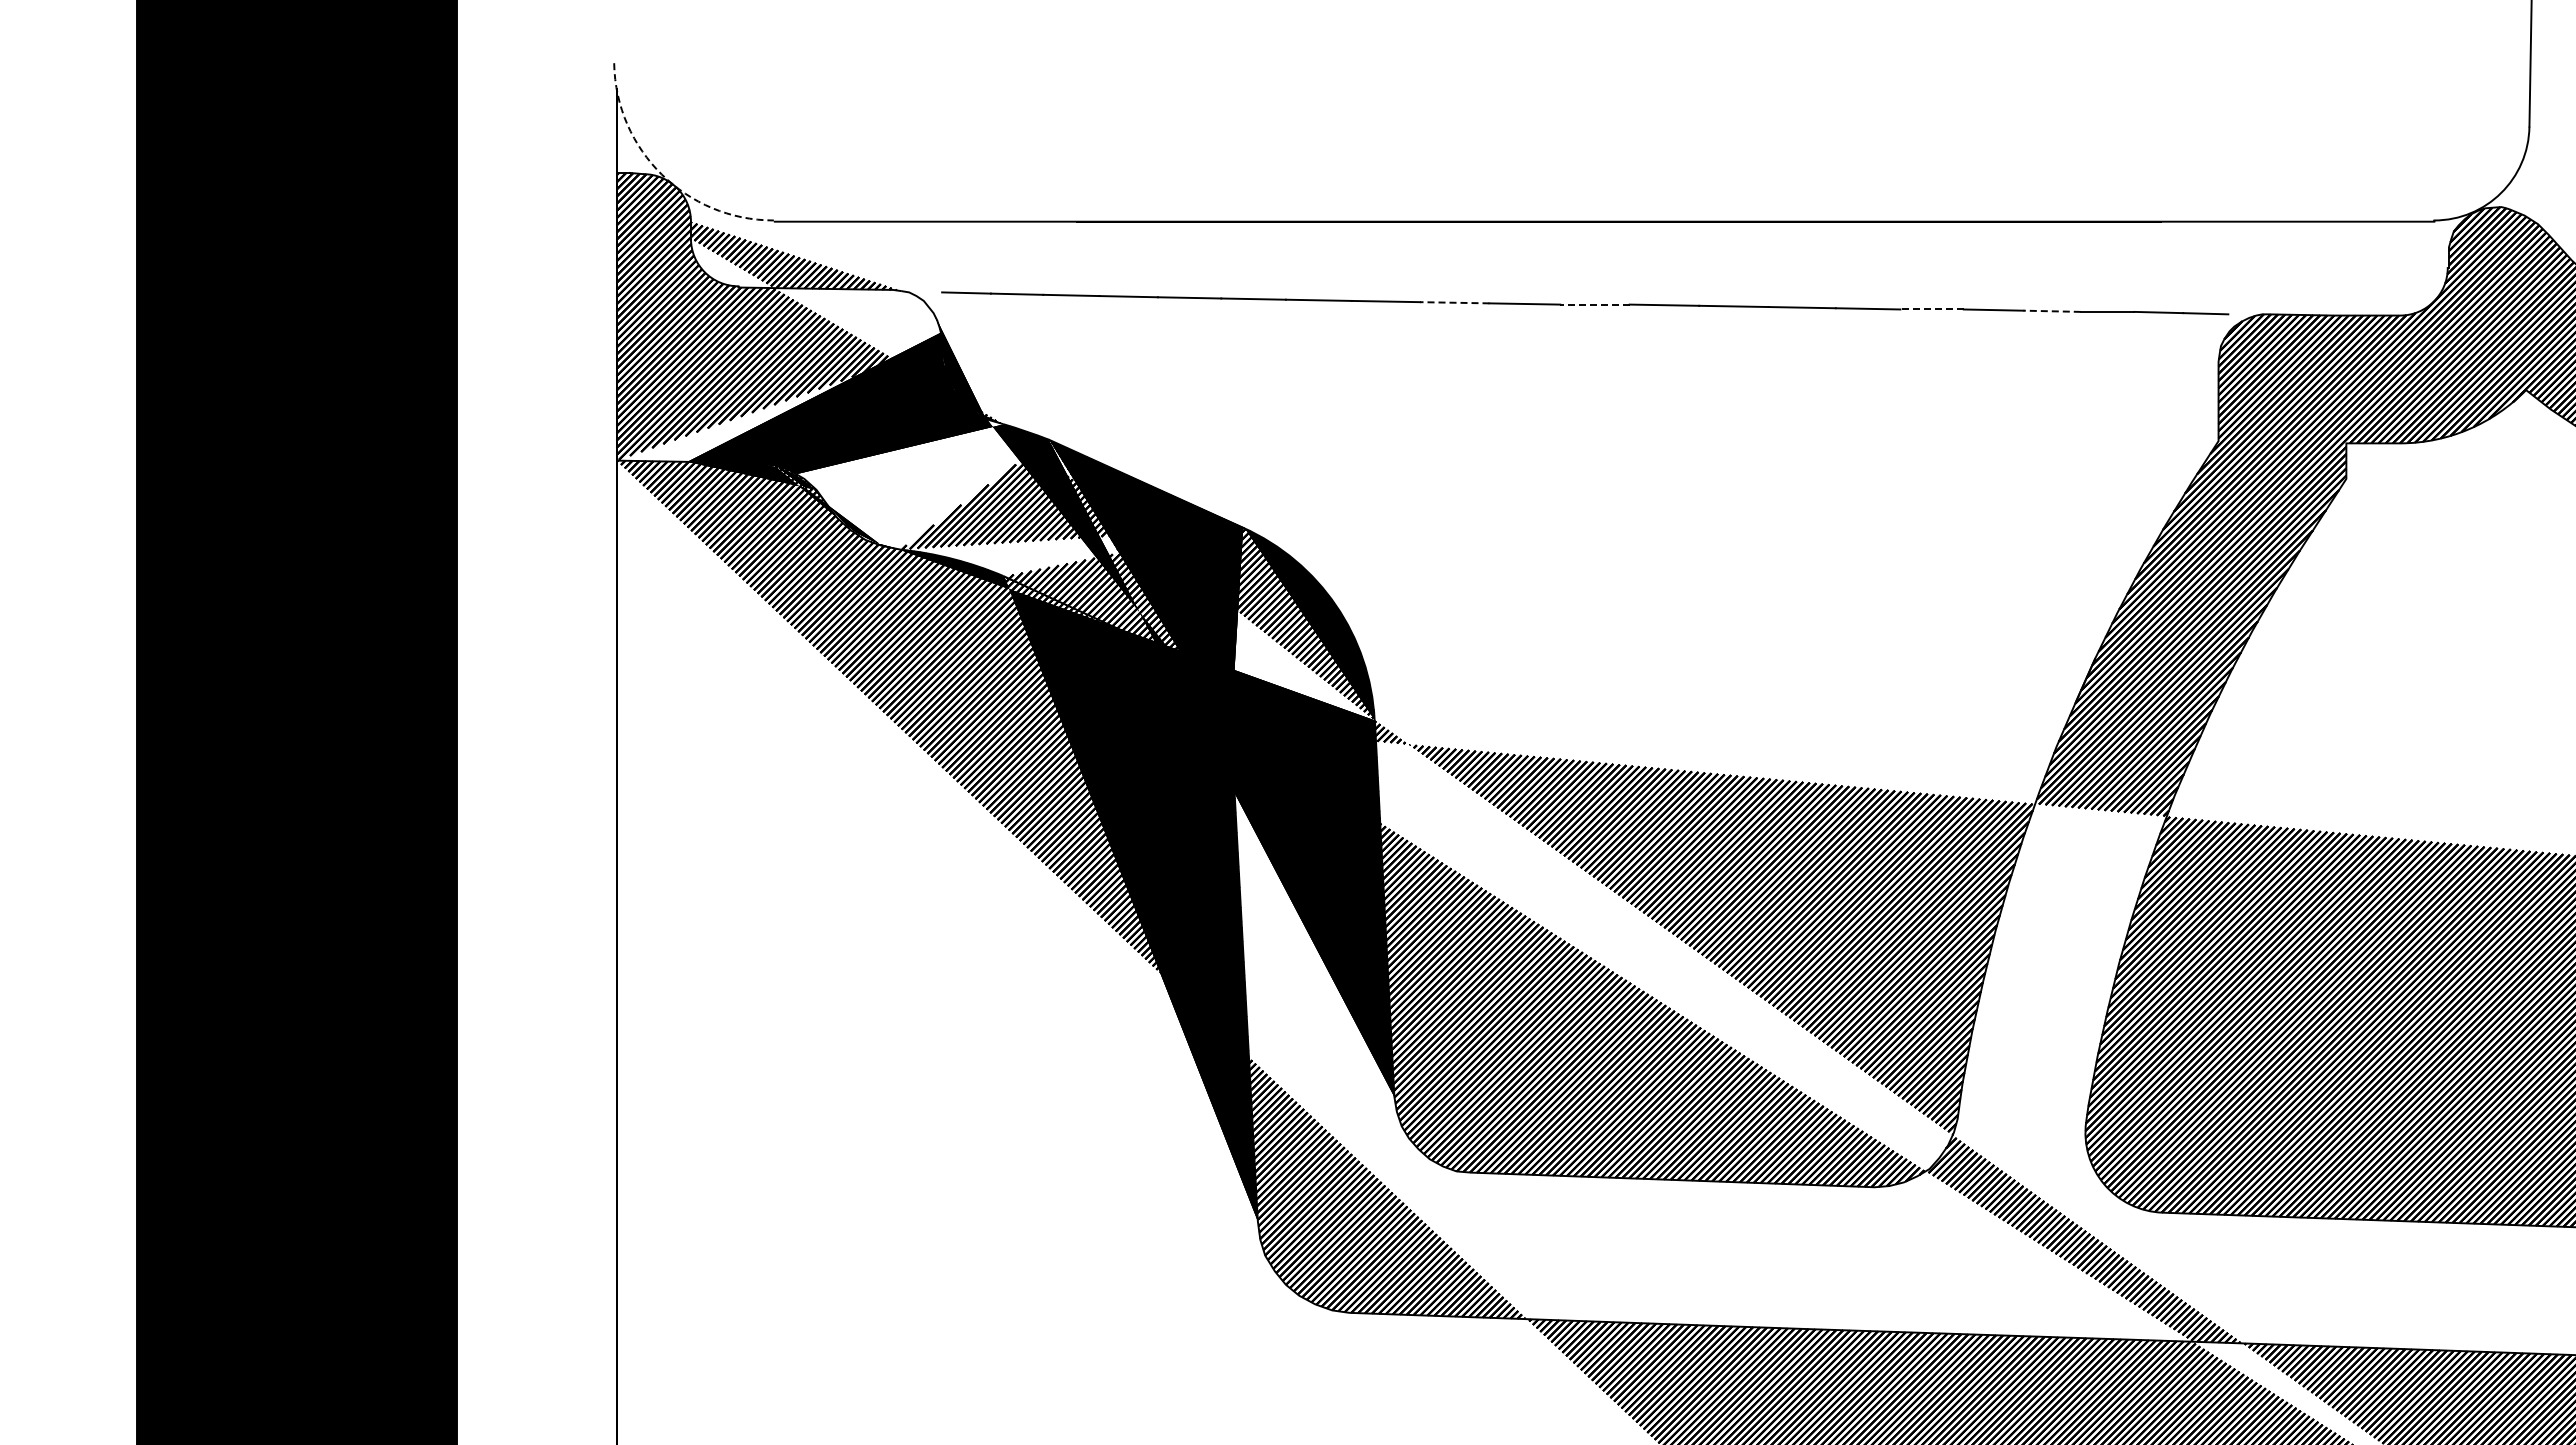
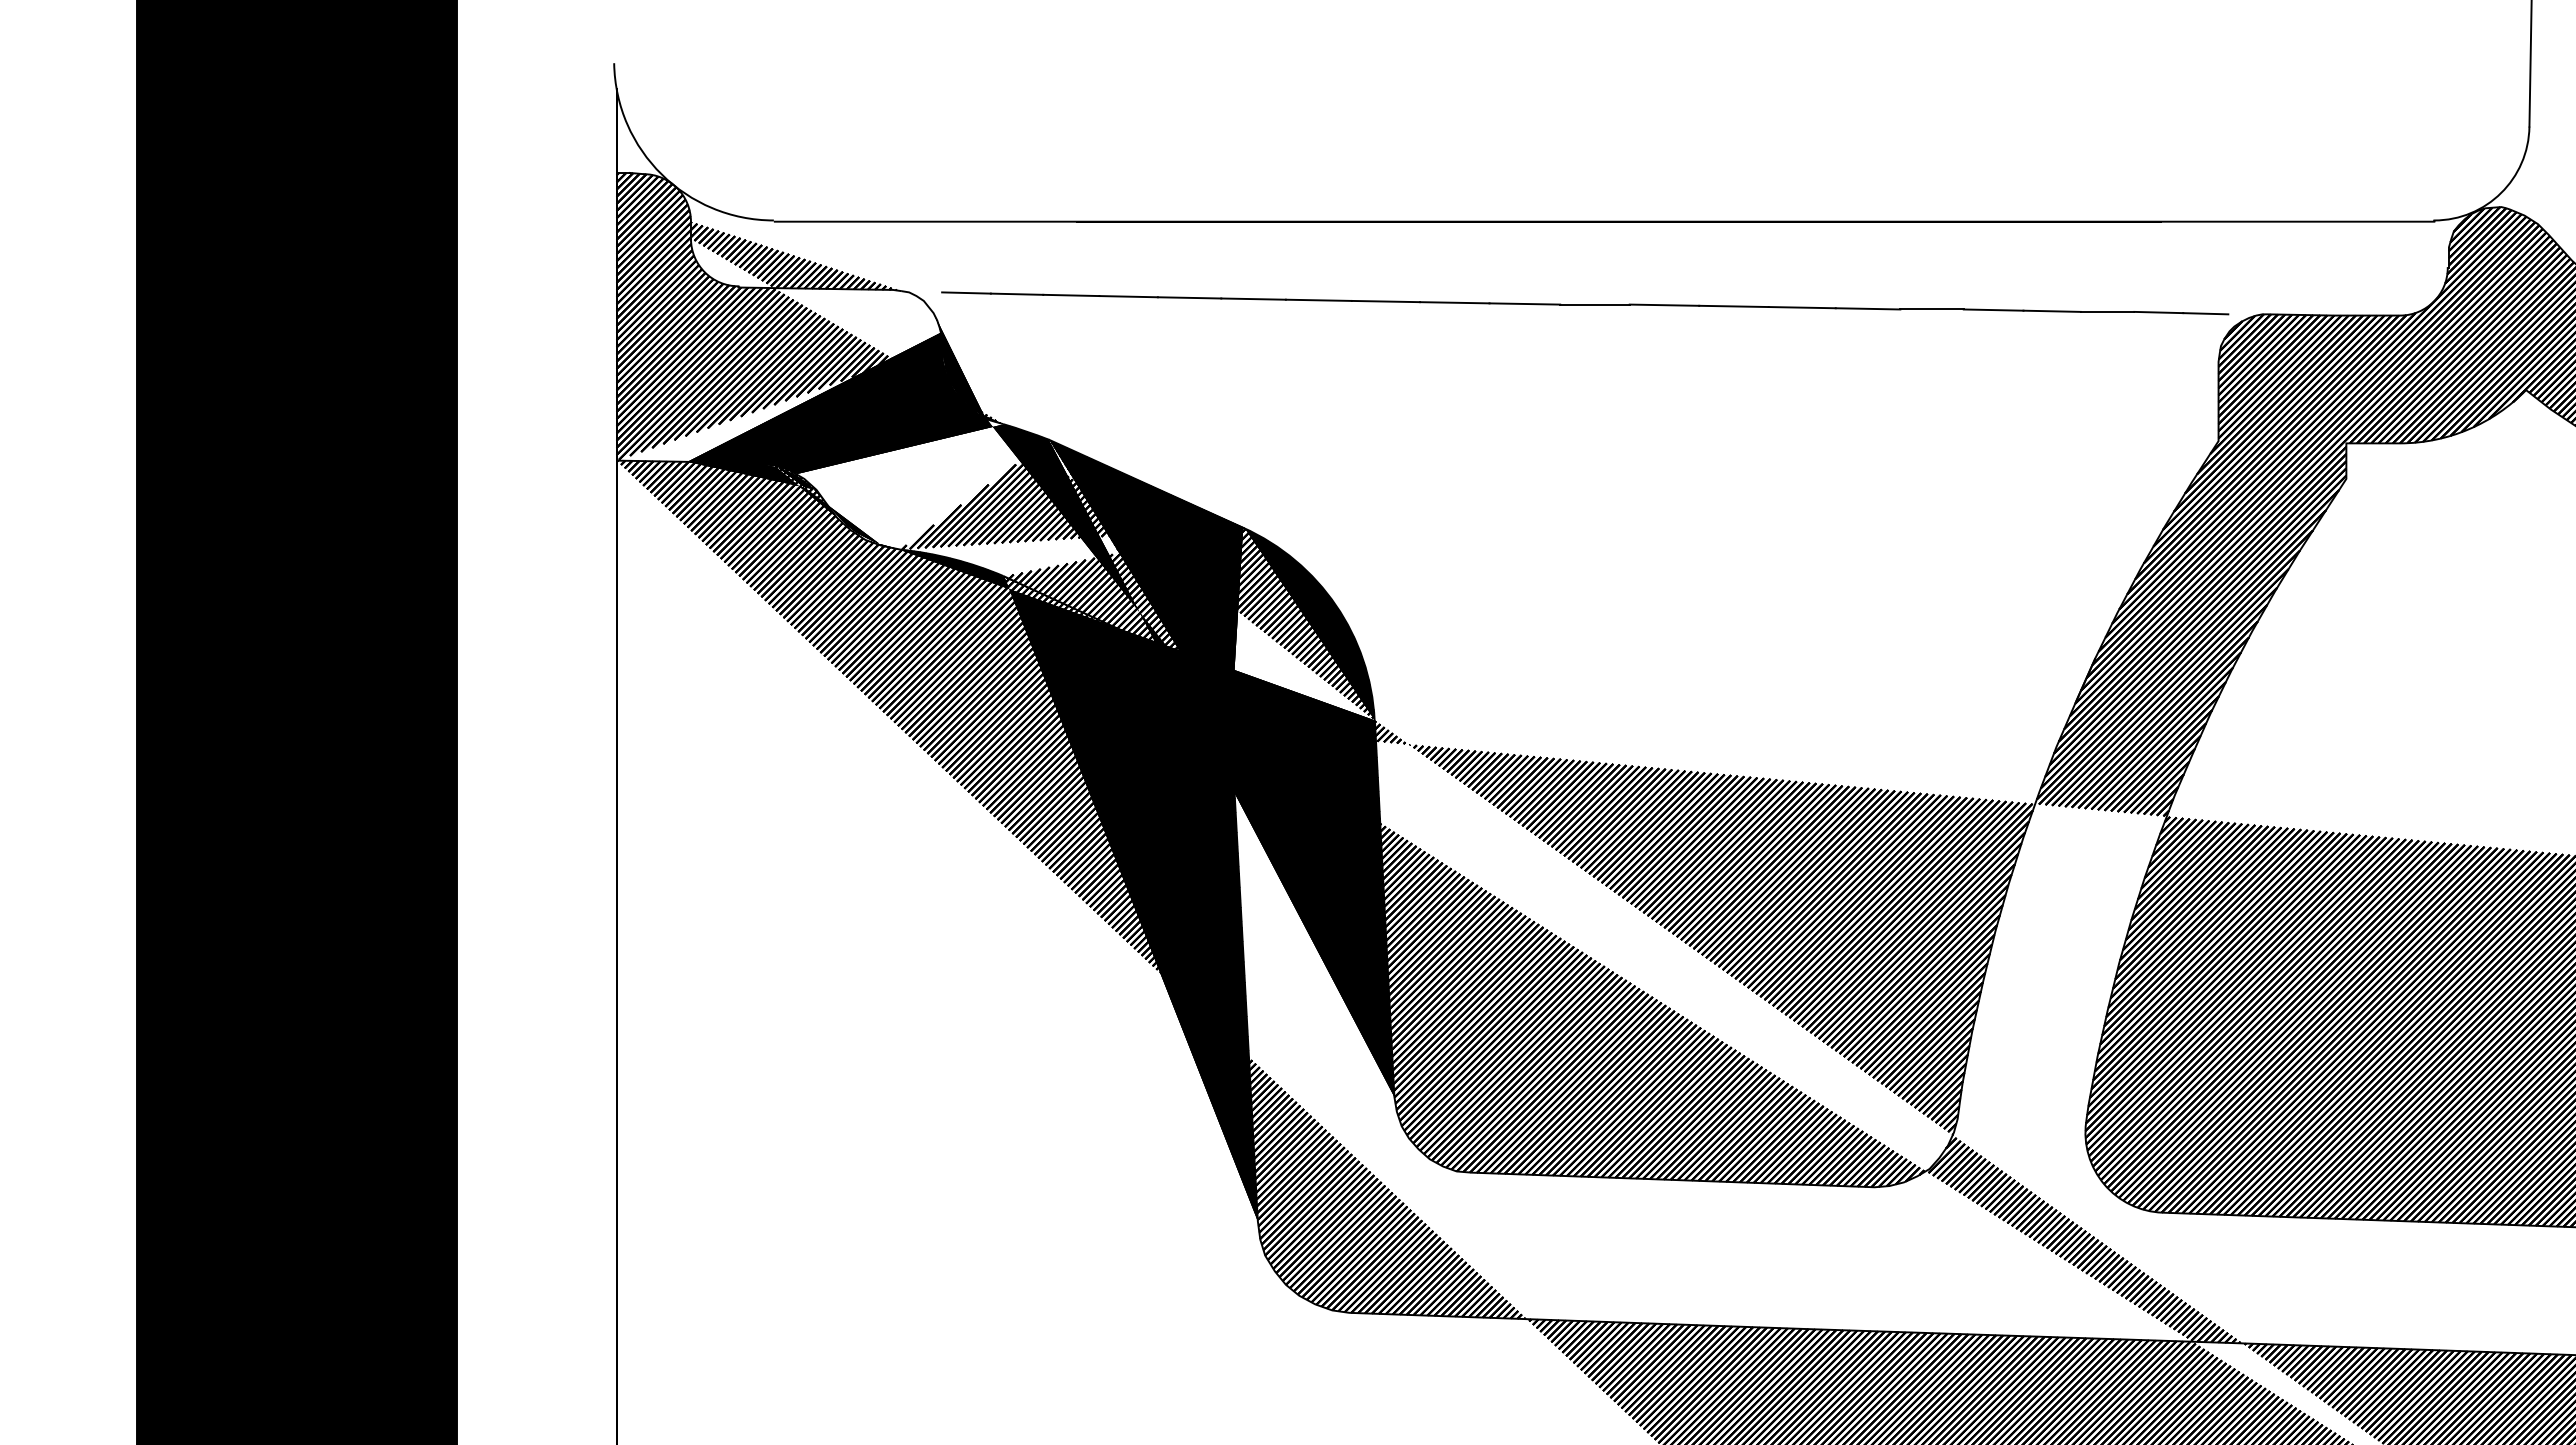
arc at (661, 174): dashed -> solid
line at (1454, 302): dashed -> solid
line at (1594, 304): dashed -> solid
line at (1932, 309): dashed -> solid
line at (2052, 311): dashed -> solid
